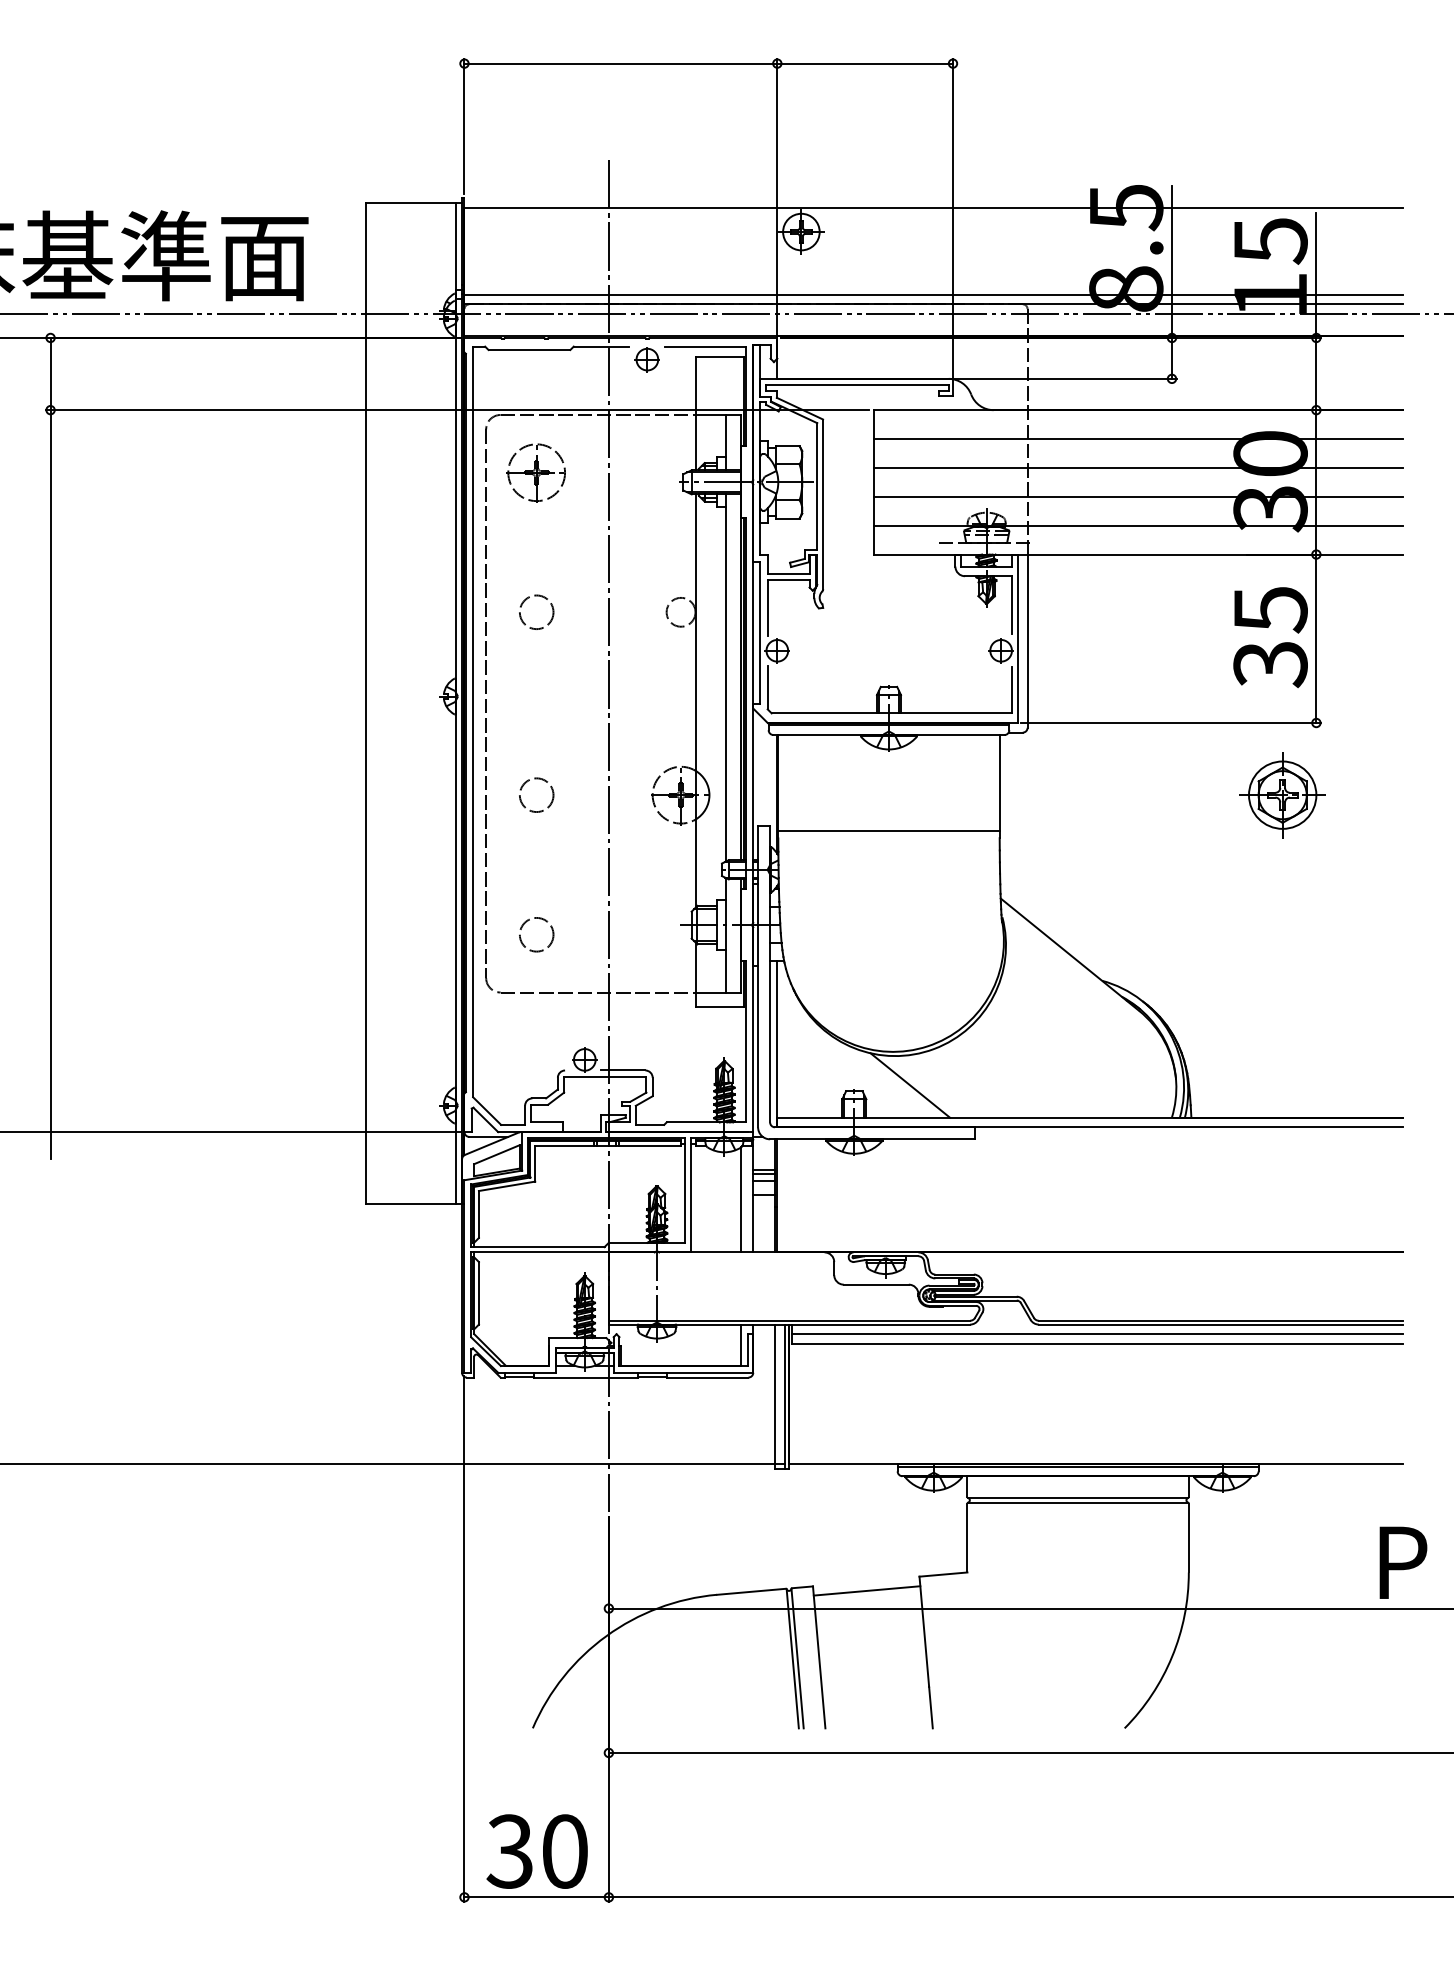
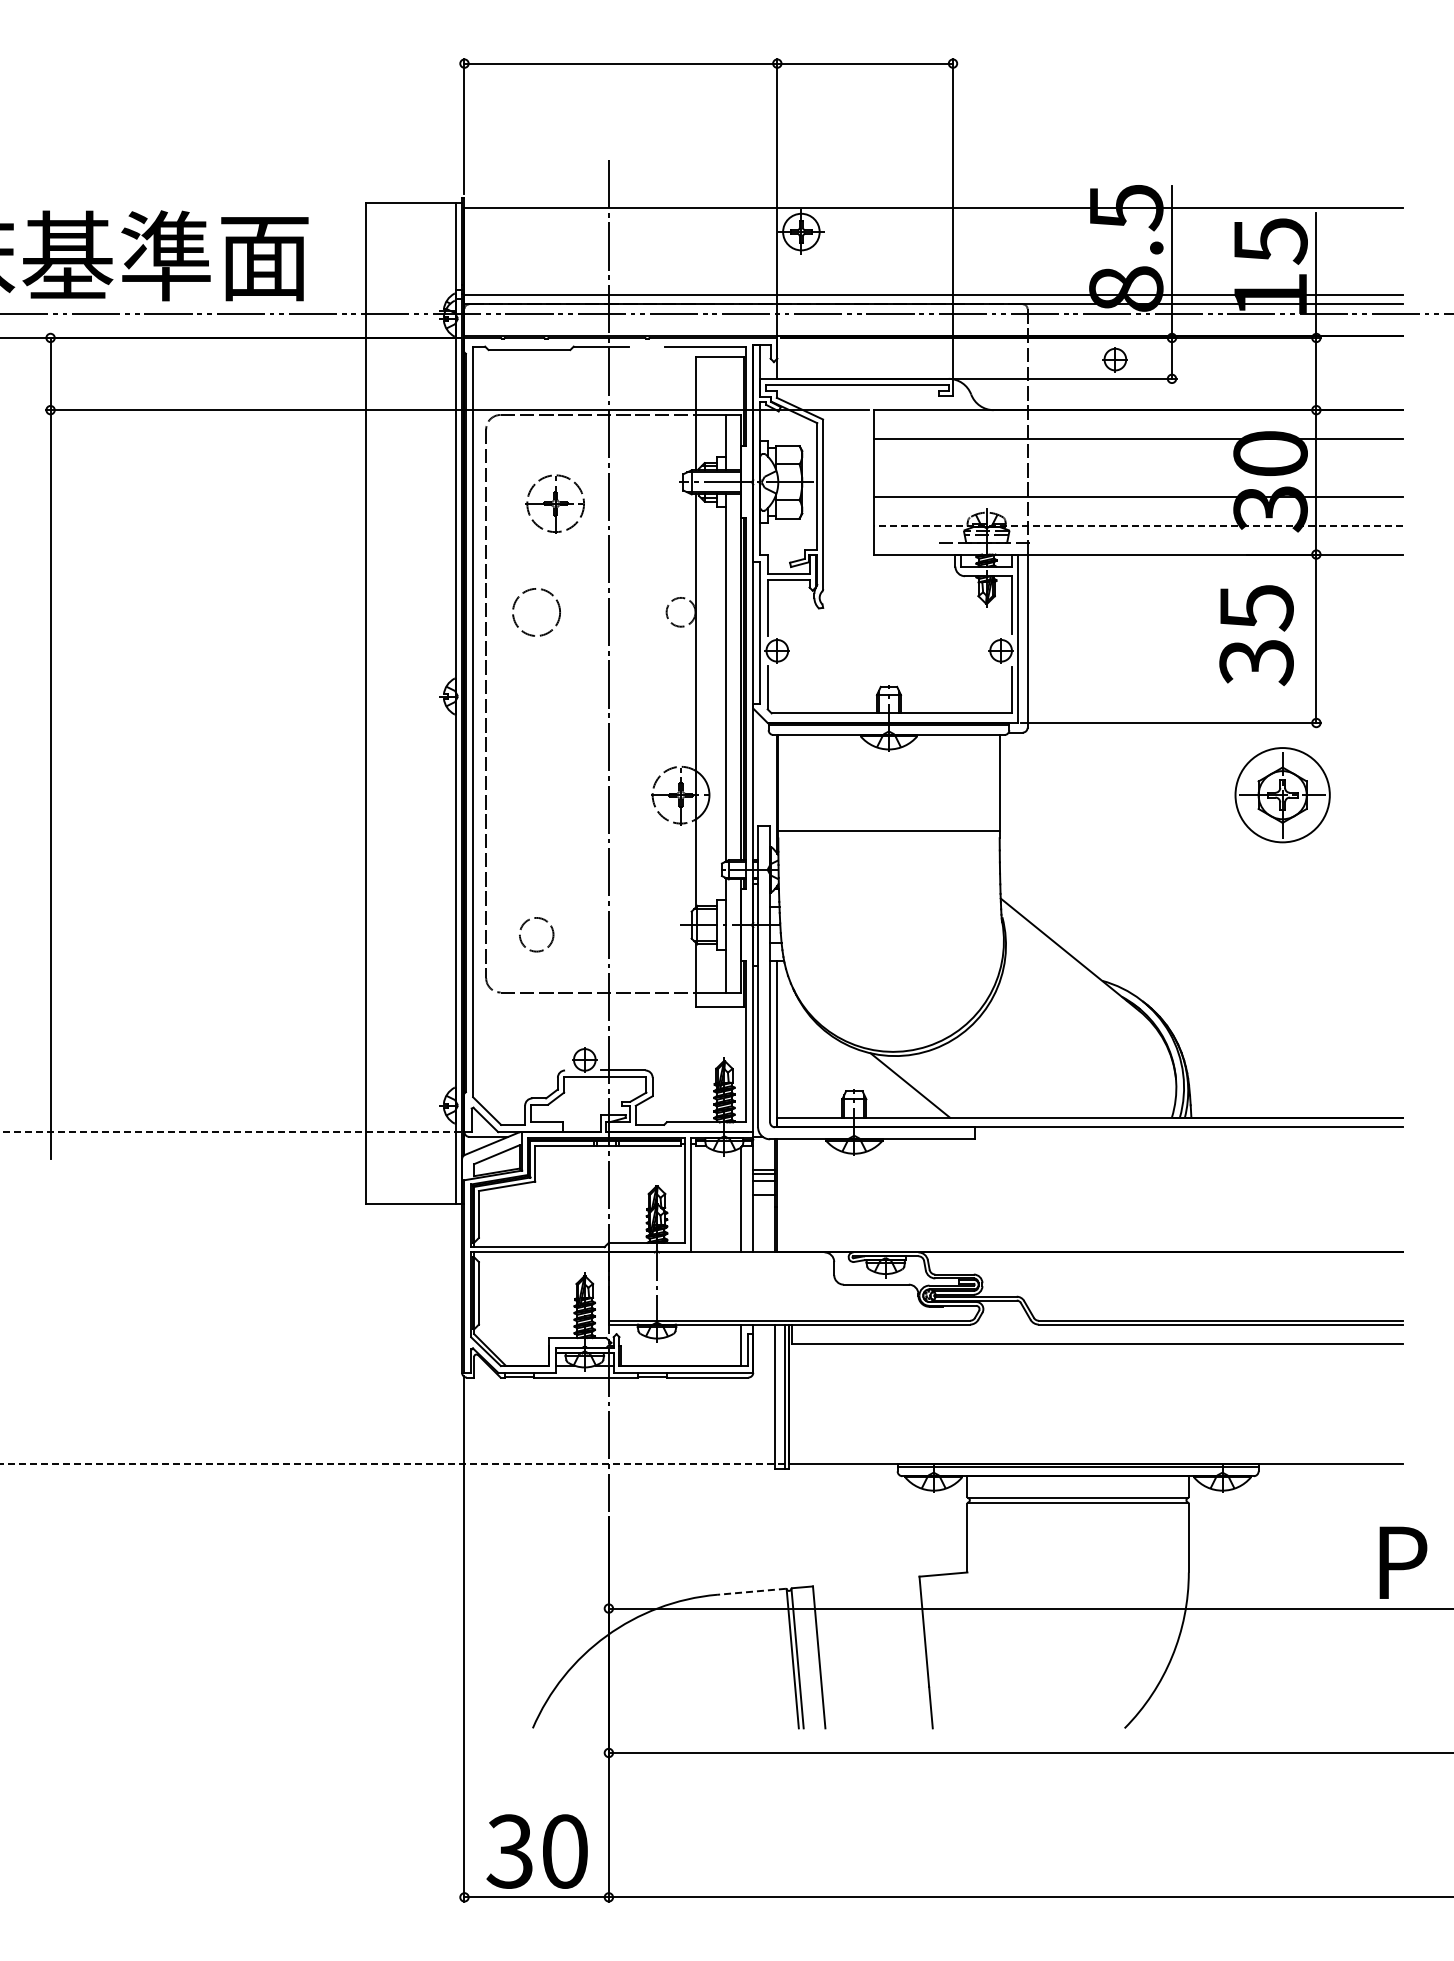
part at (646, 359) position: (646, 359) -> (1114, 359)
line at (1138, 467): present -> none
part at (535, 472) position: (535, 472) -> (554, 503)
line at (1138, 525): solid -> dashed
circle at (536, 611) size: 36x36 px -> 49x49 px
text at (1270, 637) position: (1270, 637) -> (1256, 635)
circle at (536, 794): present -> none
circle at (1282, 794) diameter: 67 px -> 94 px
line at (230, 1132): solid -> dashed
line at (1097, 1334): present -> none
line at (391, 1464): solid -> dashed
line at (866, 1590): present -> none
line at (750, 1591): solid -> dashed
